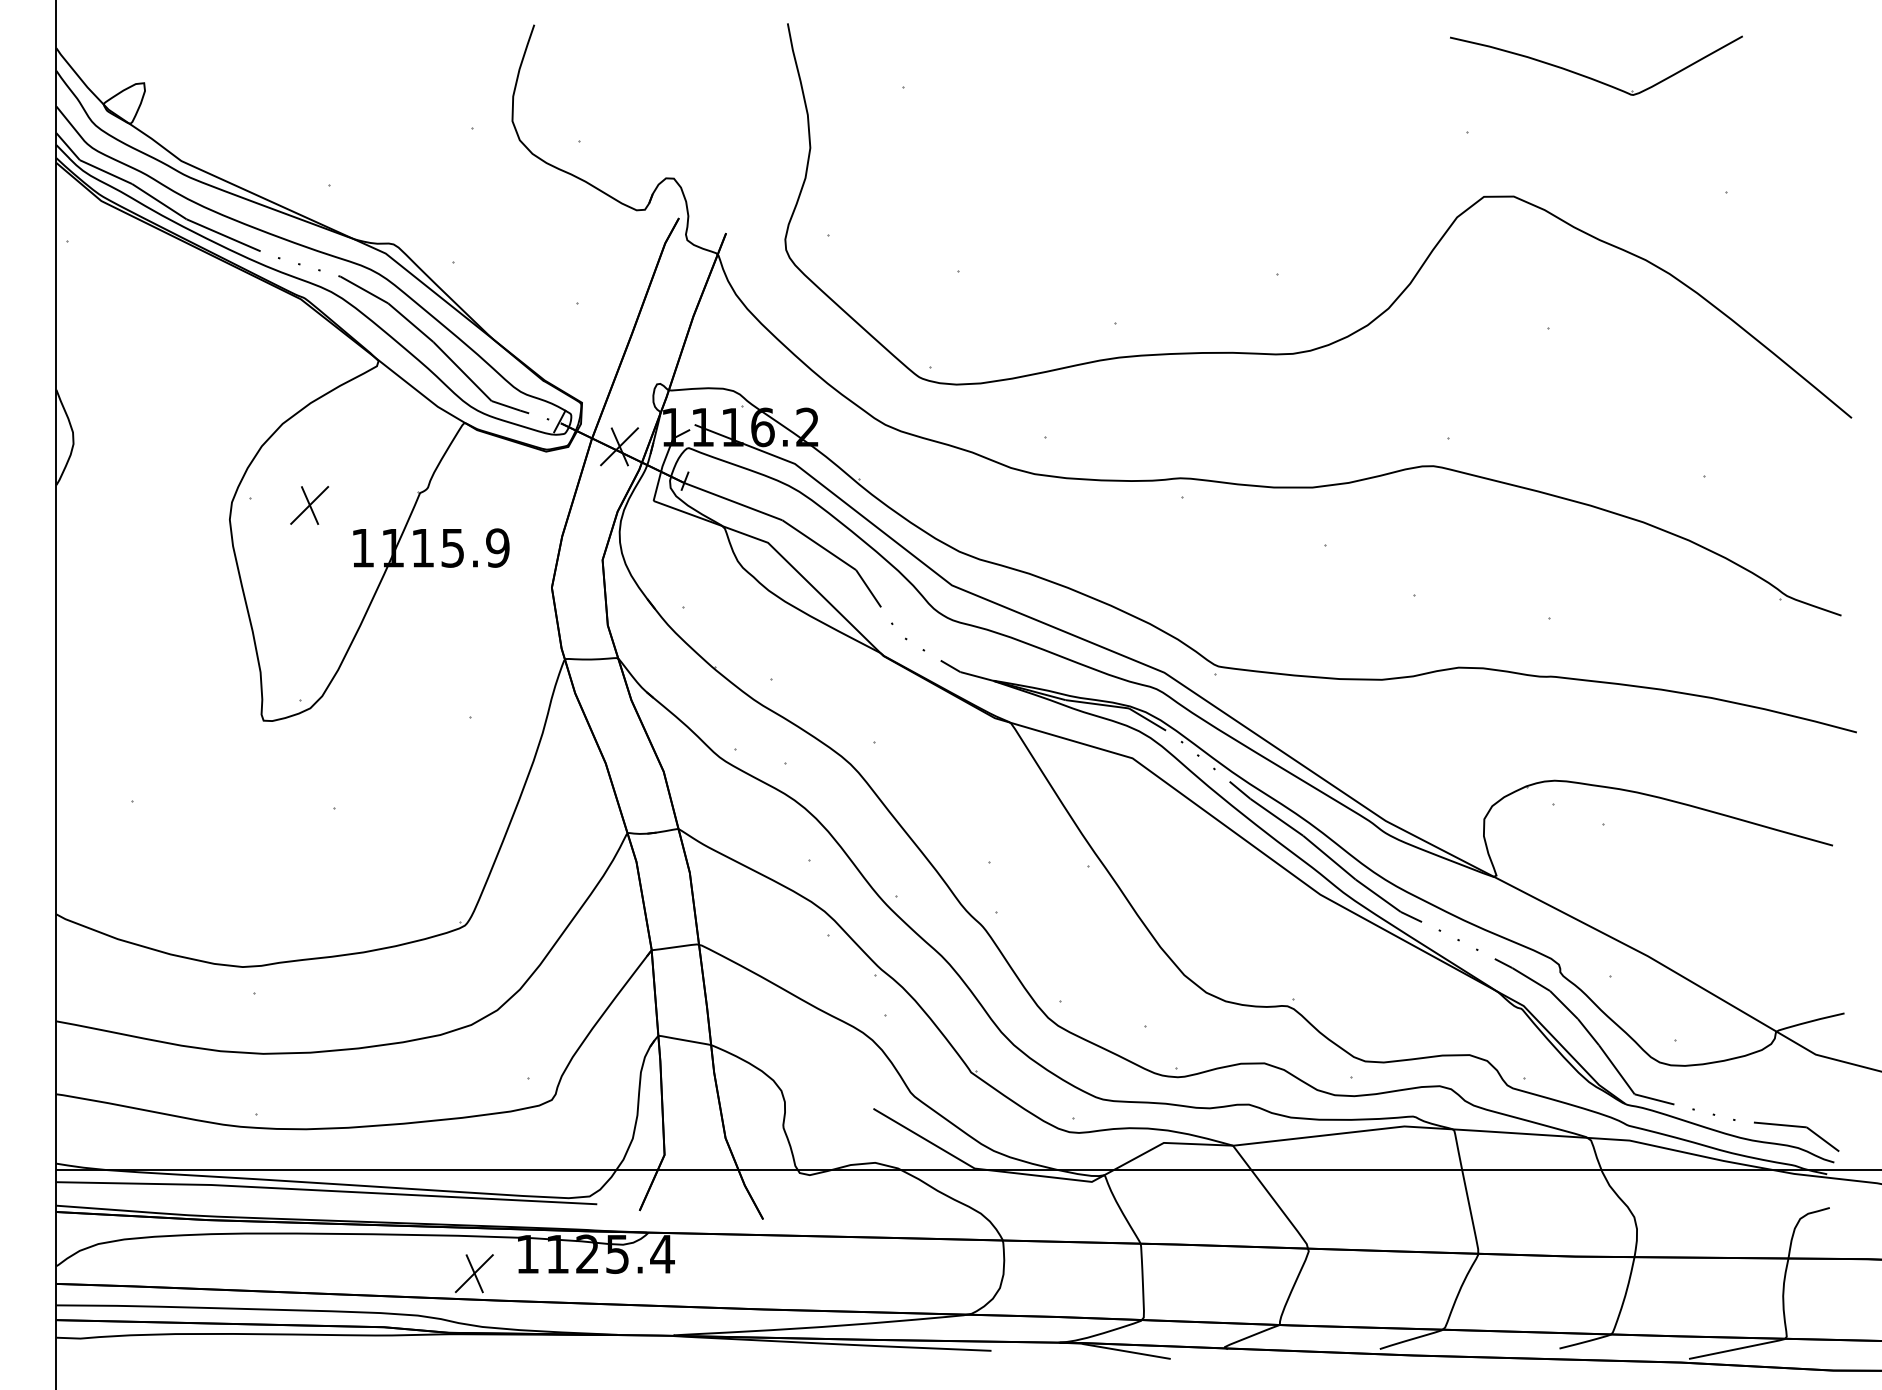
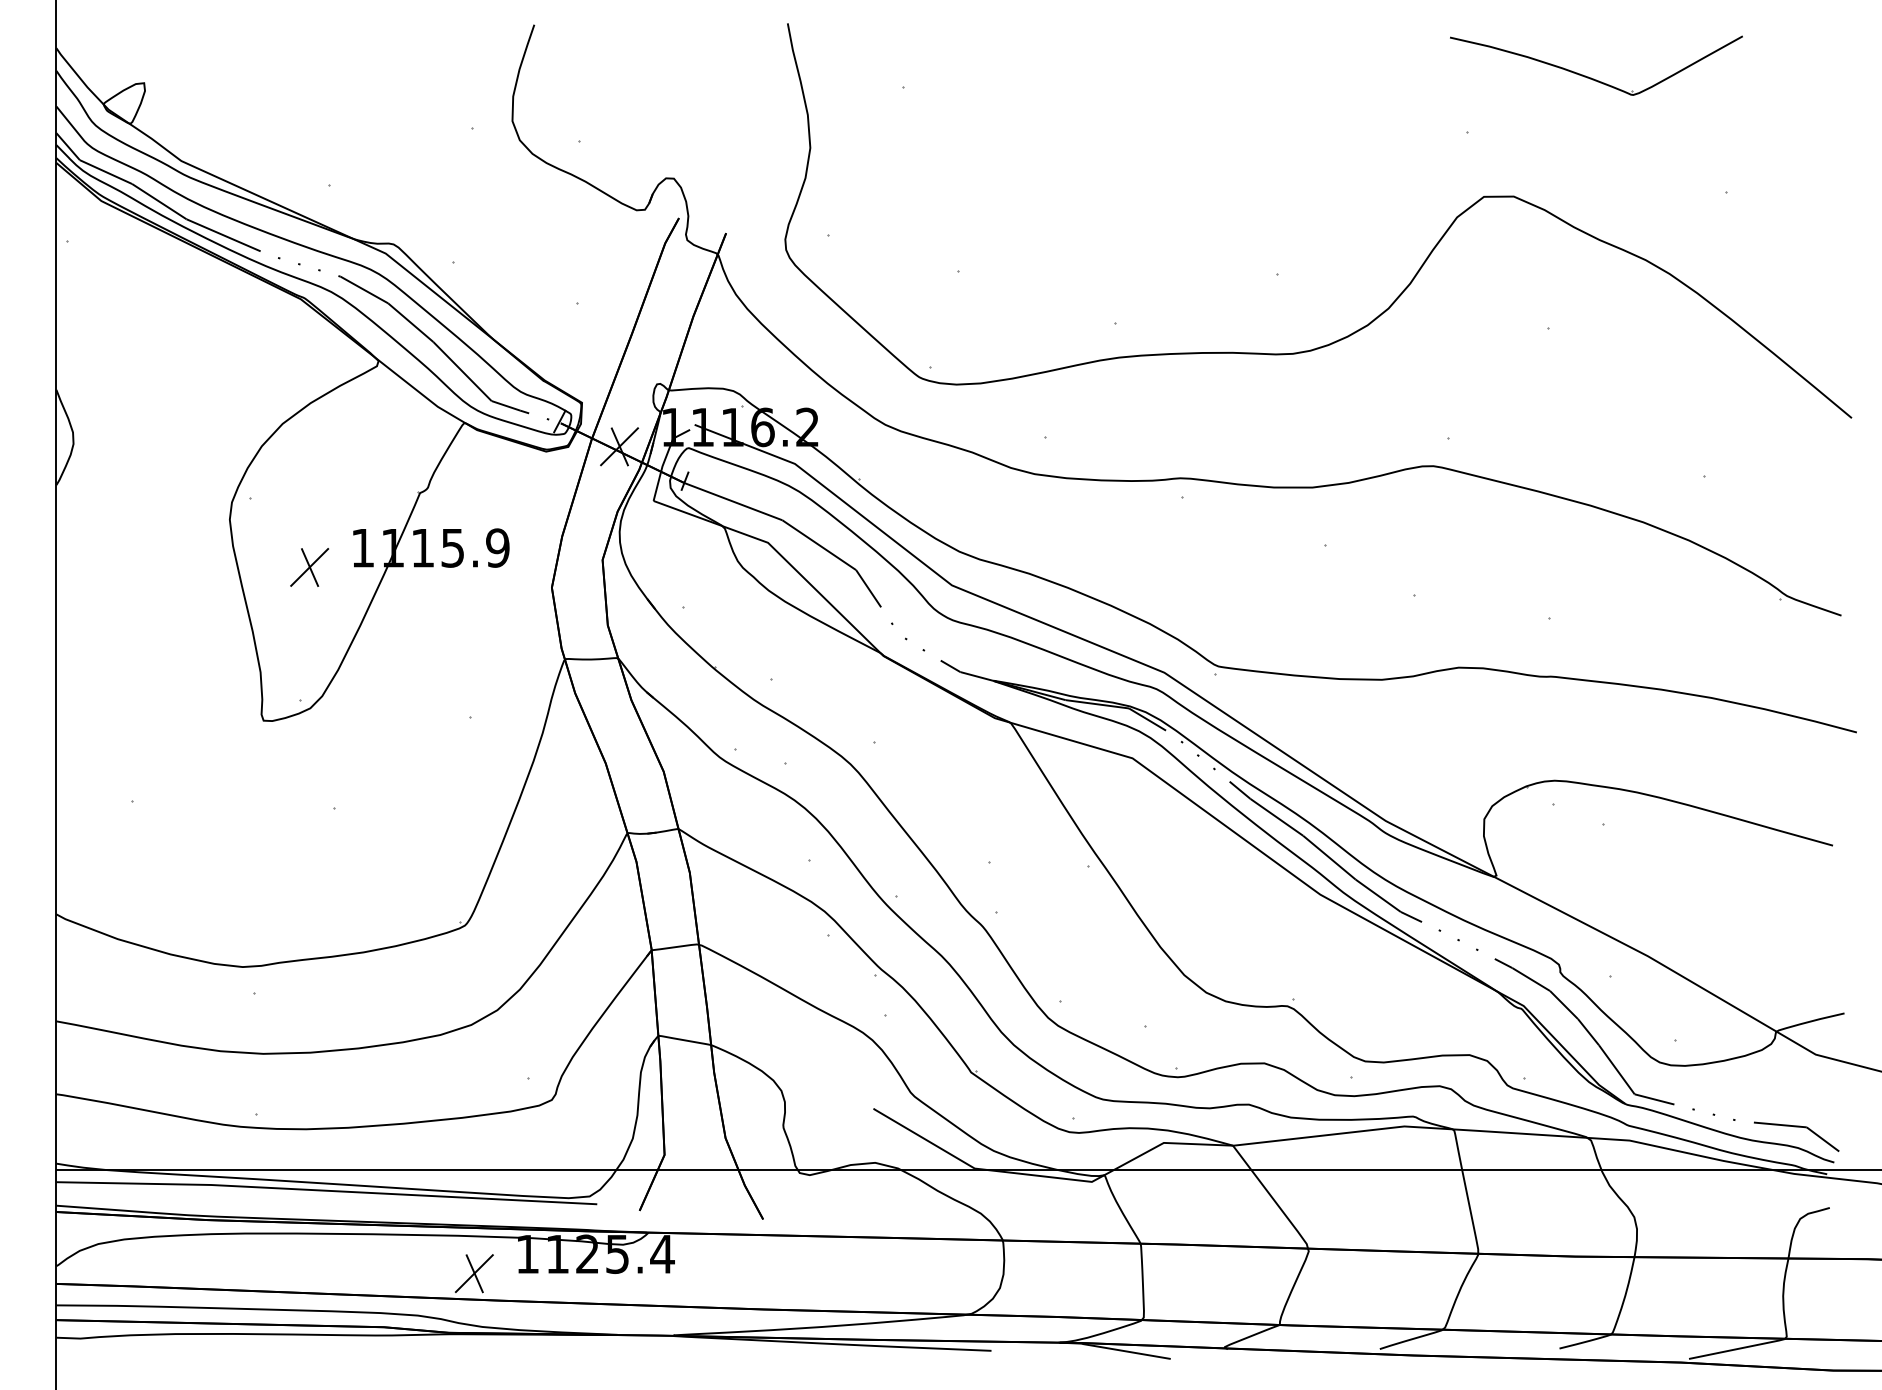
part at (309, 505) position: (309, 505) -> (309, 567)
